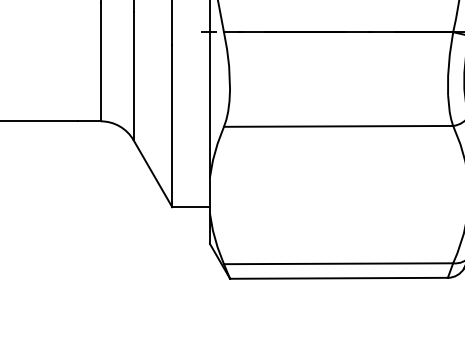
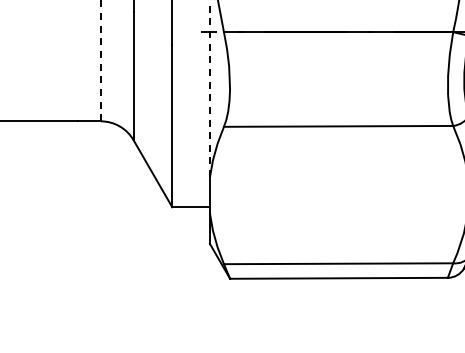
line at (100, 62): solid -> dashed
line at (210, 88): solid -> dashed
